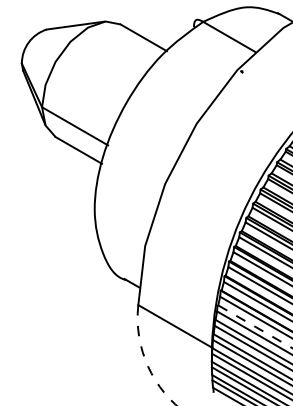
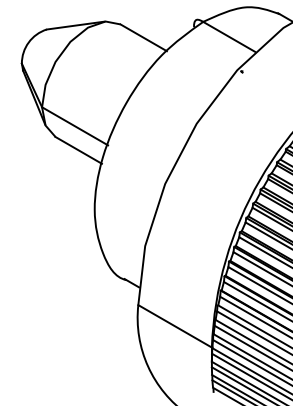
line at (255, 326): dashed -> solid
arc at (145, 360): dashed -> solid
